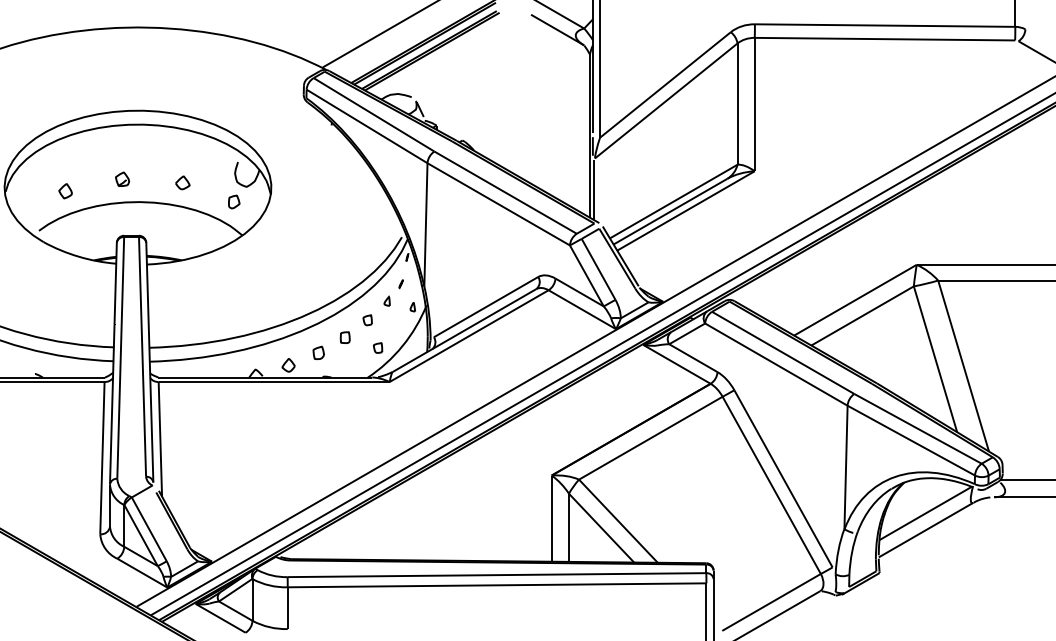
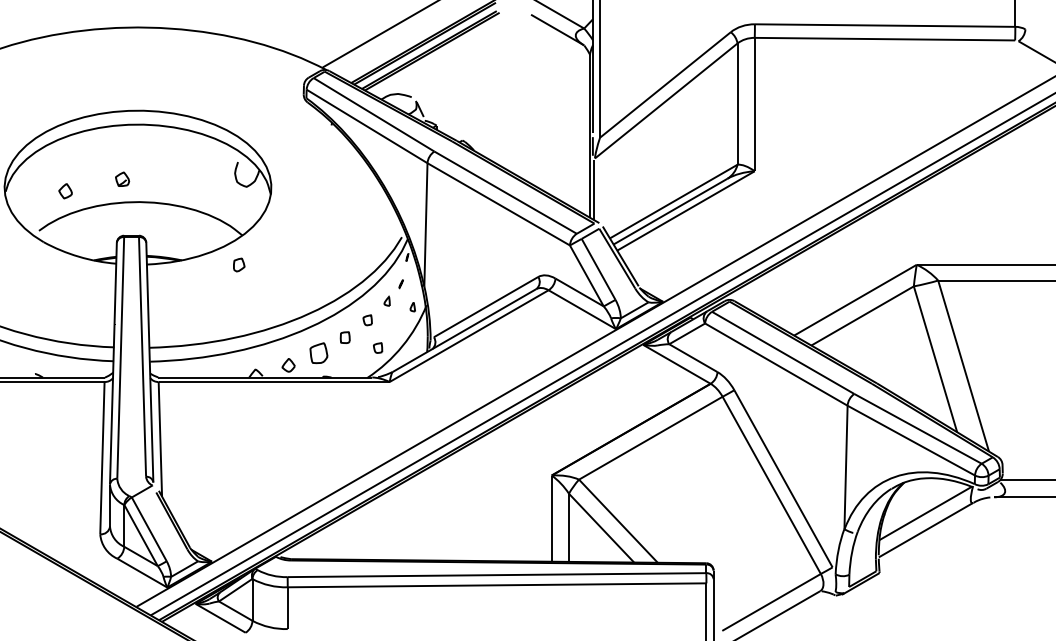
part at (182, 182): present -> none
part at (234, 201) position: (234, 201) -> (239, 264)
part at (318, 352) size: 13x15 px -> 20x23 px
